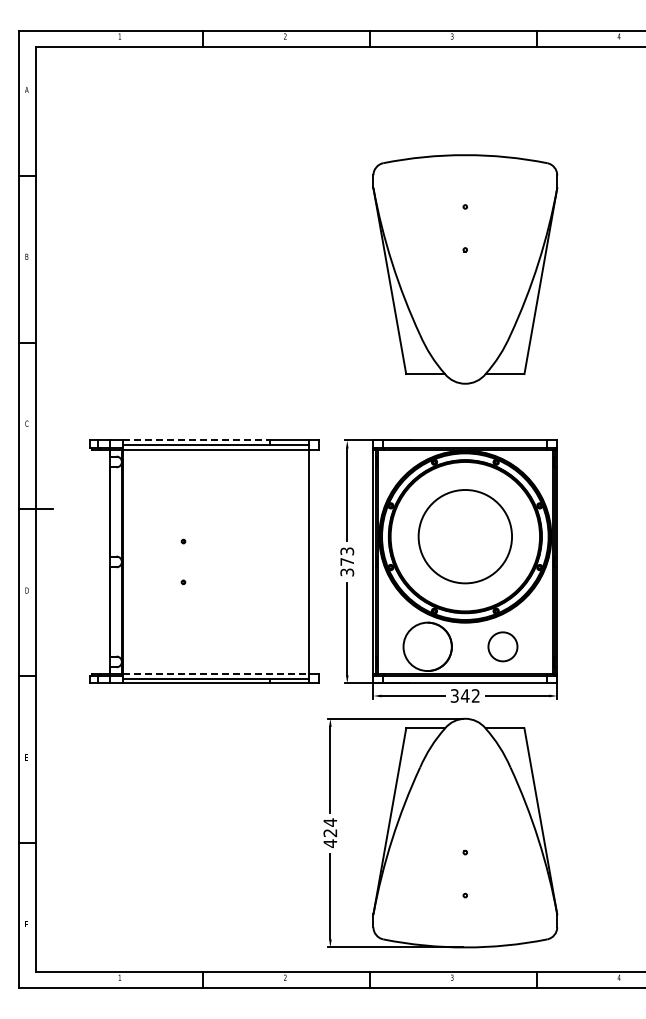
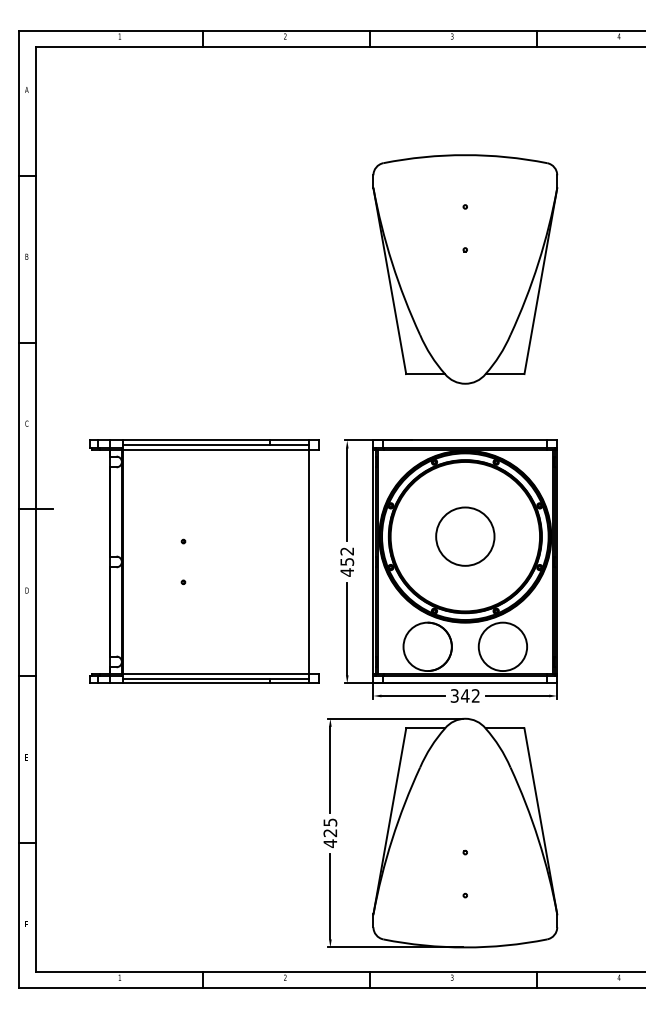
line at (197, 440): dashed -> solid
circle at (465, 536) diameter: 93 px -> 58 px
text at (347, 561): 373 -> 452
circle at (502, 646) diameter: 29 px -> 48 px
line at (216, 673): dashed -> solid
text at (330, 822): 424 -> 425
